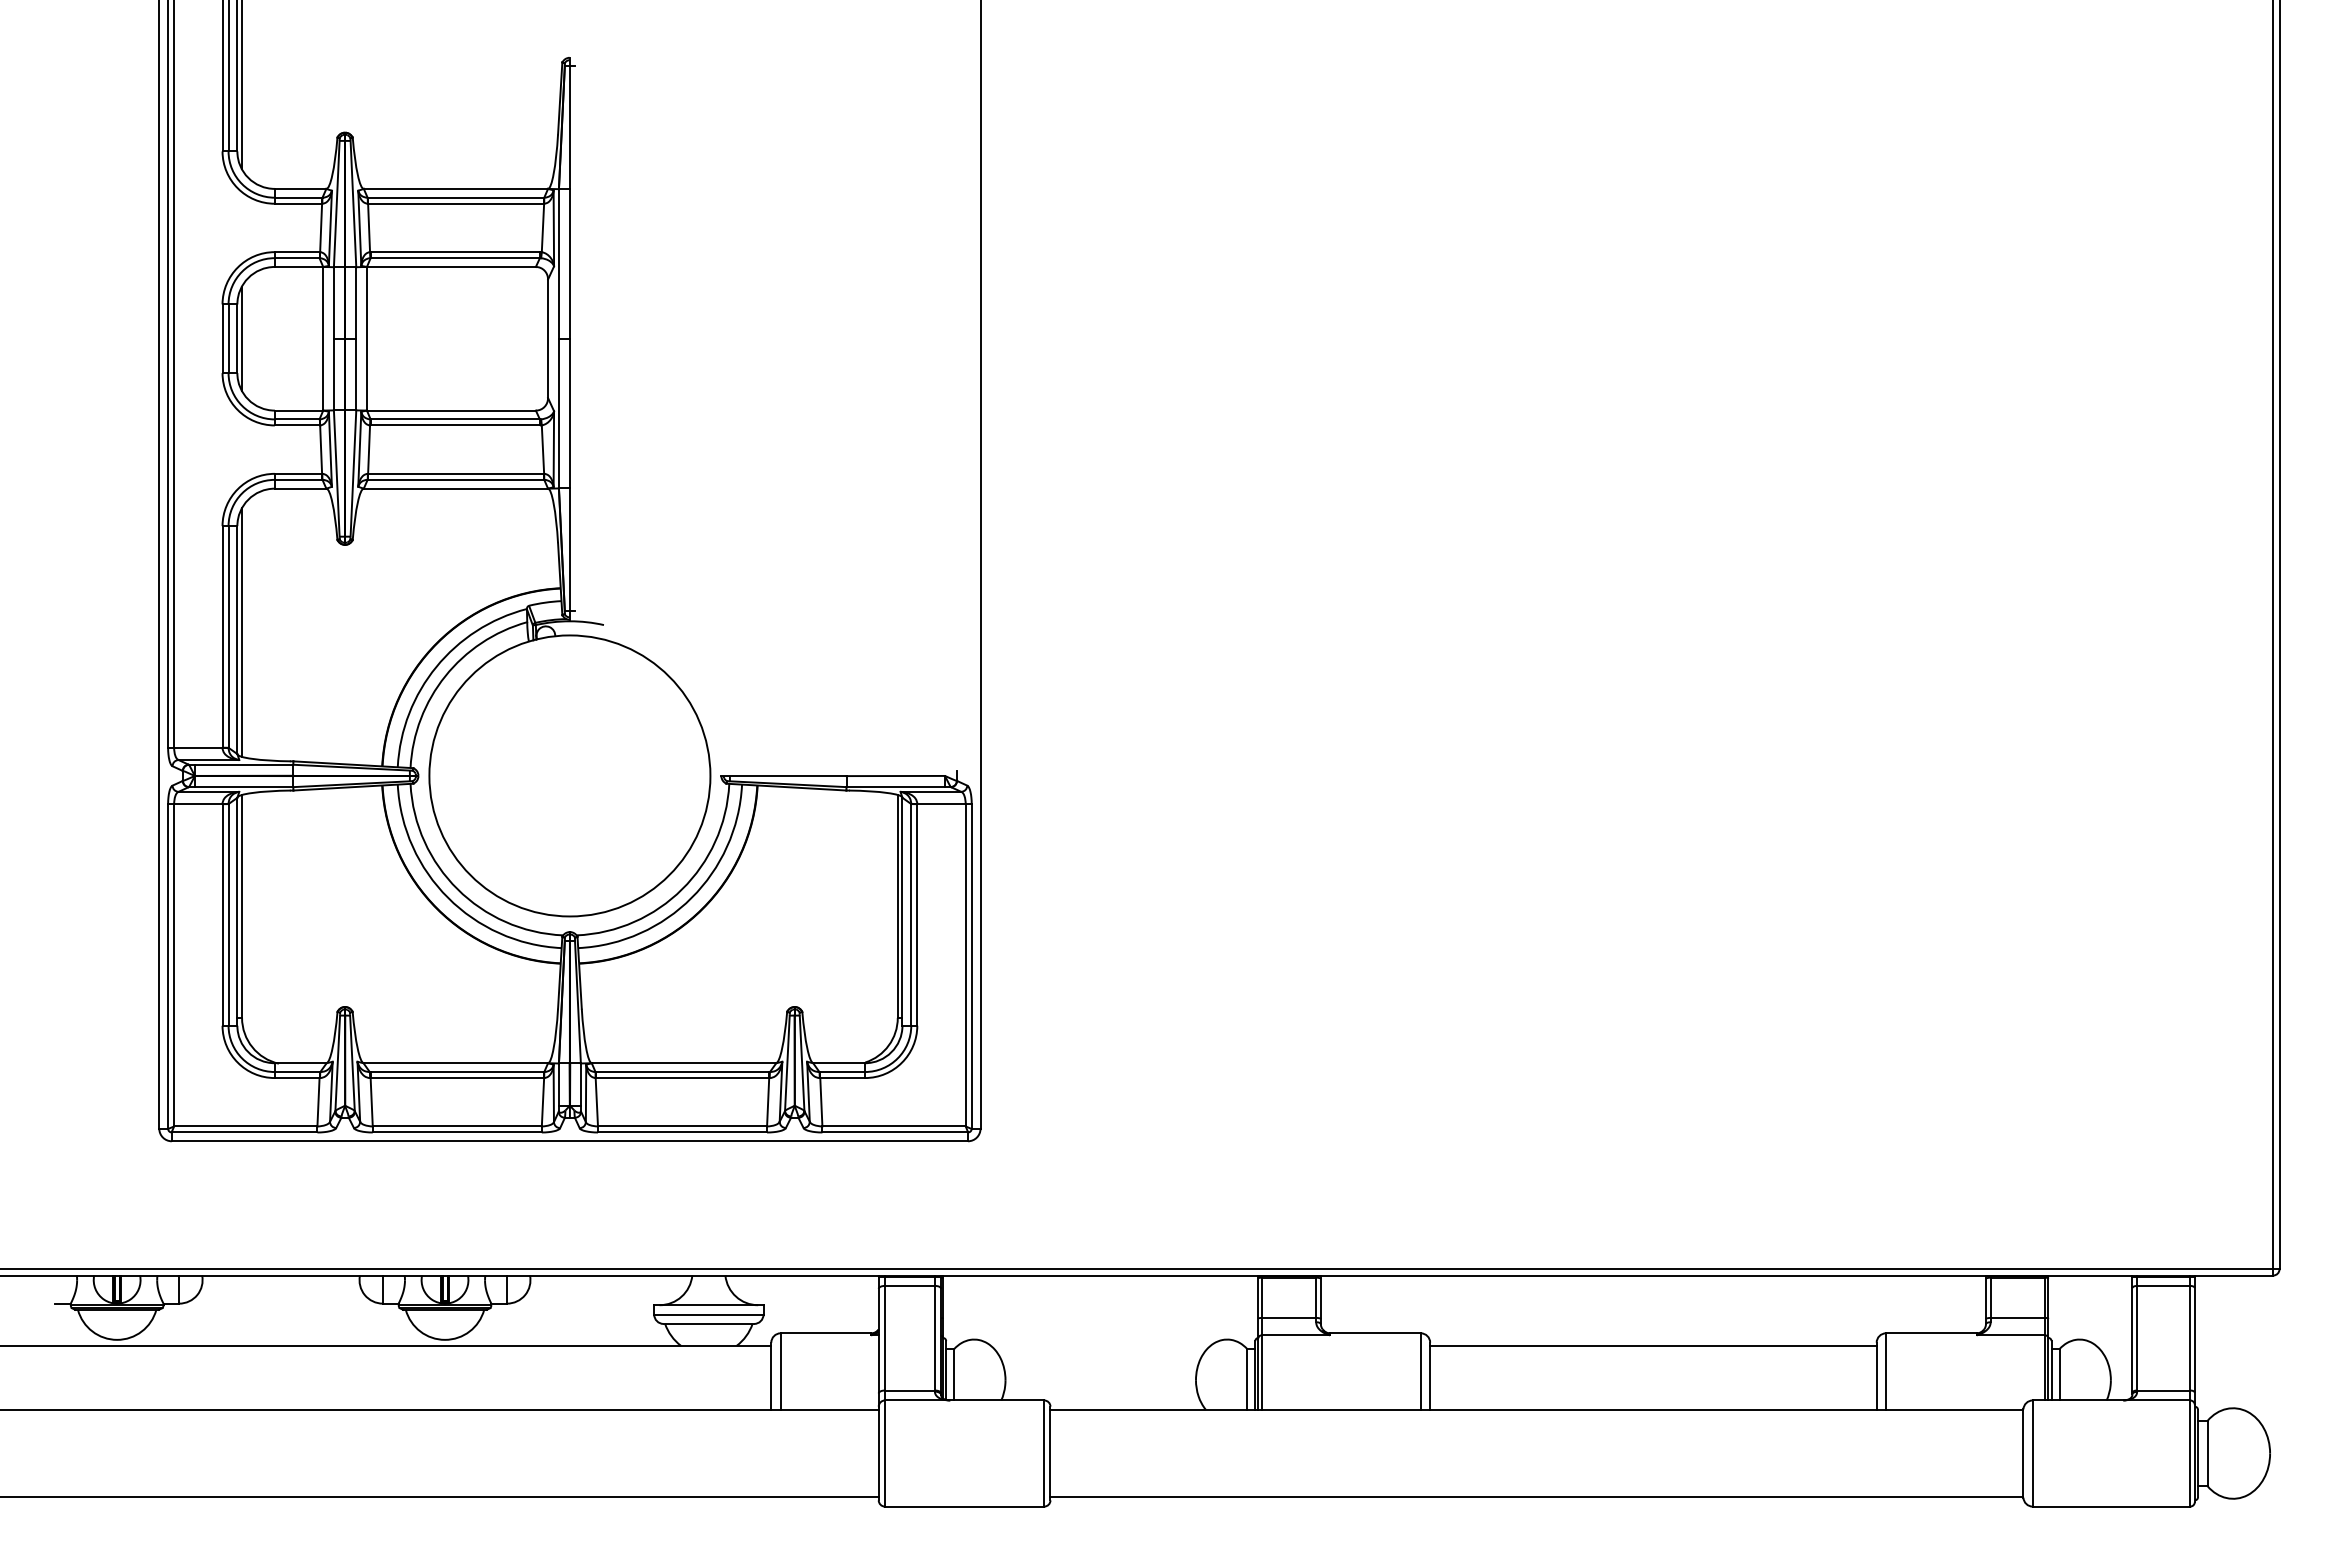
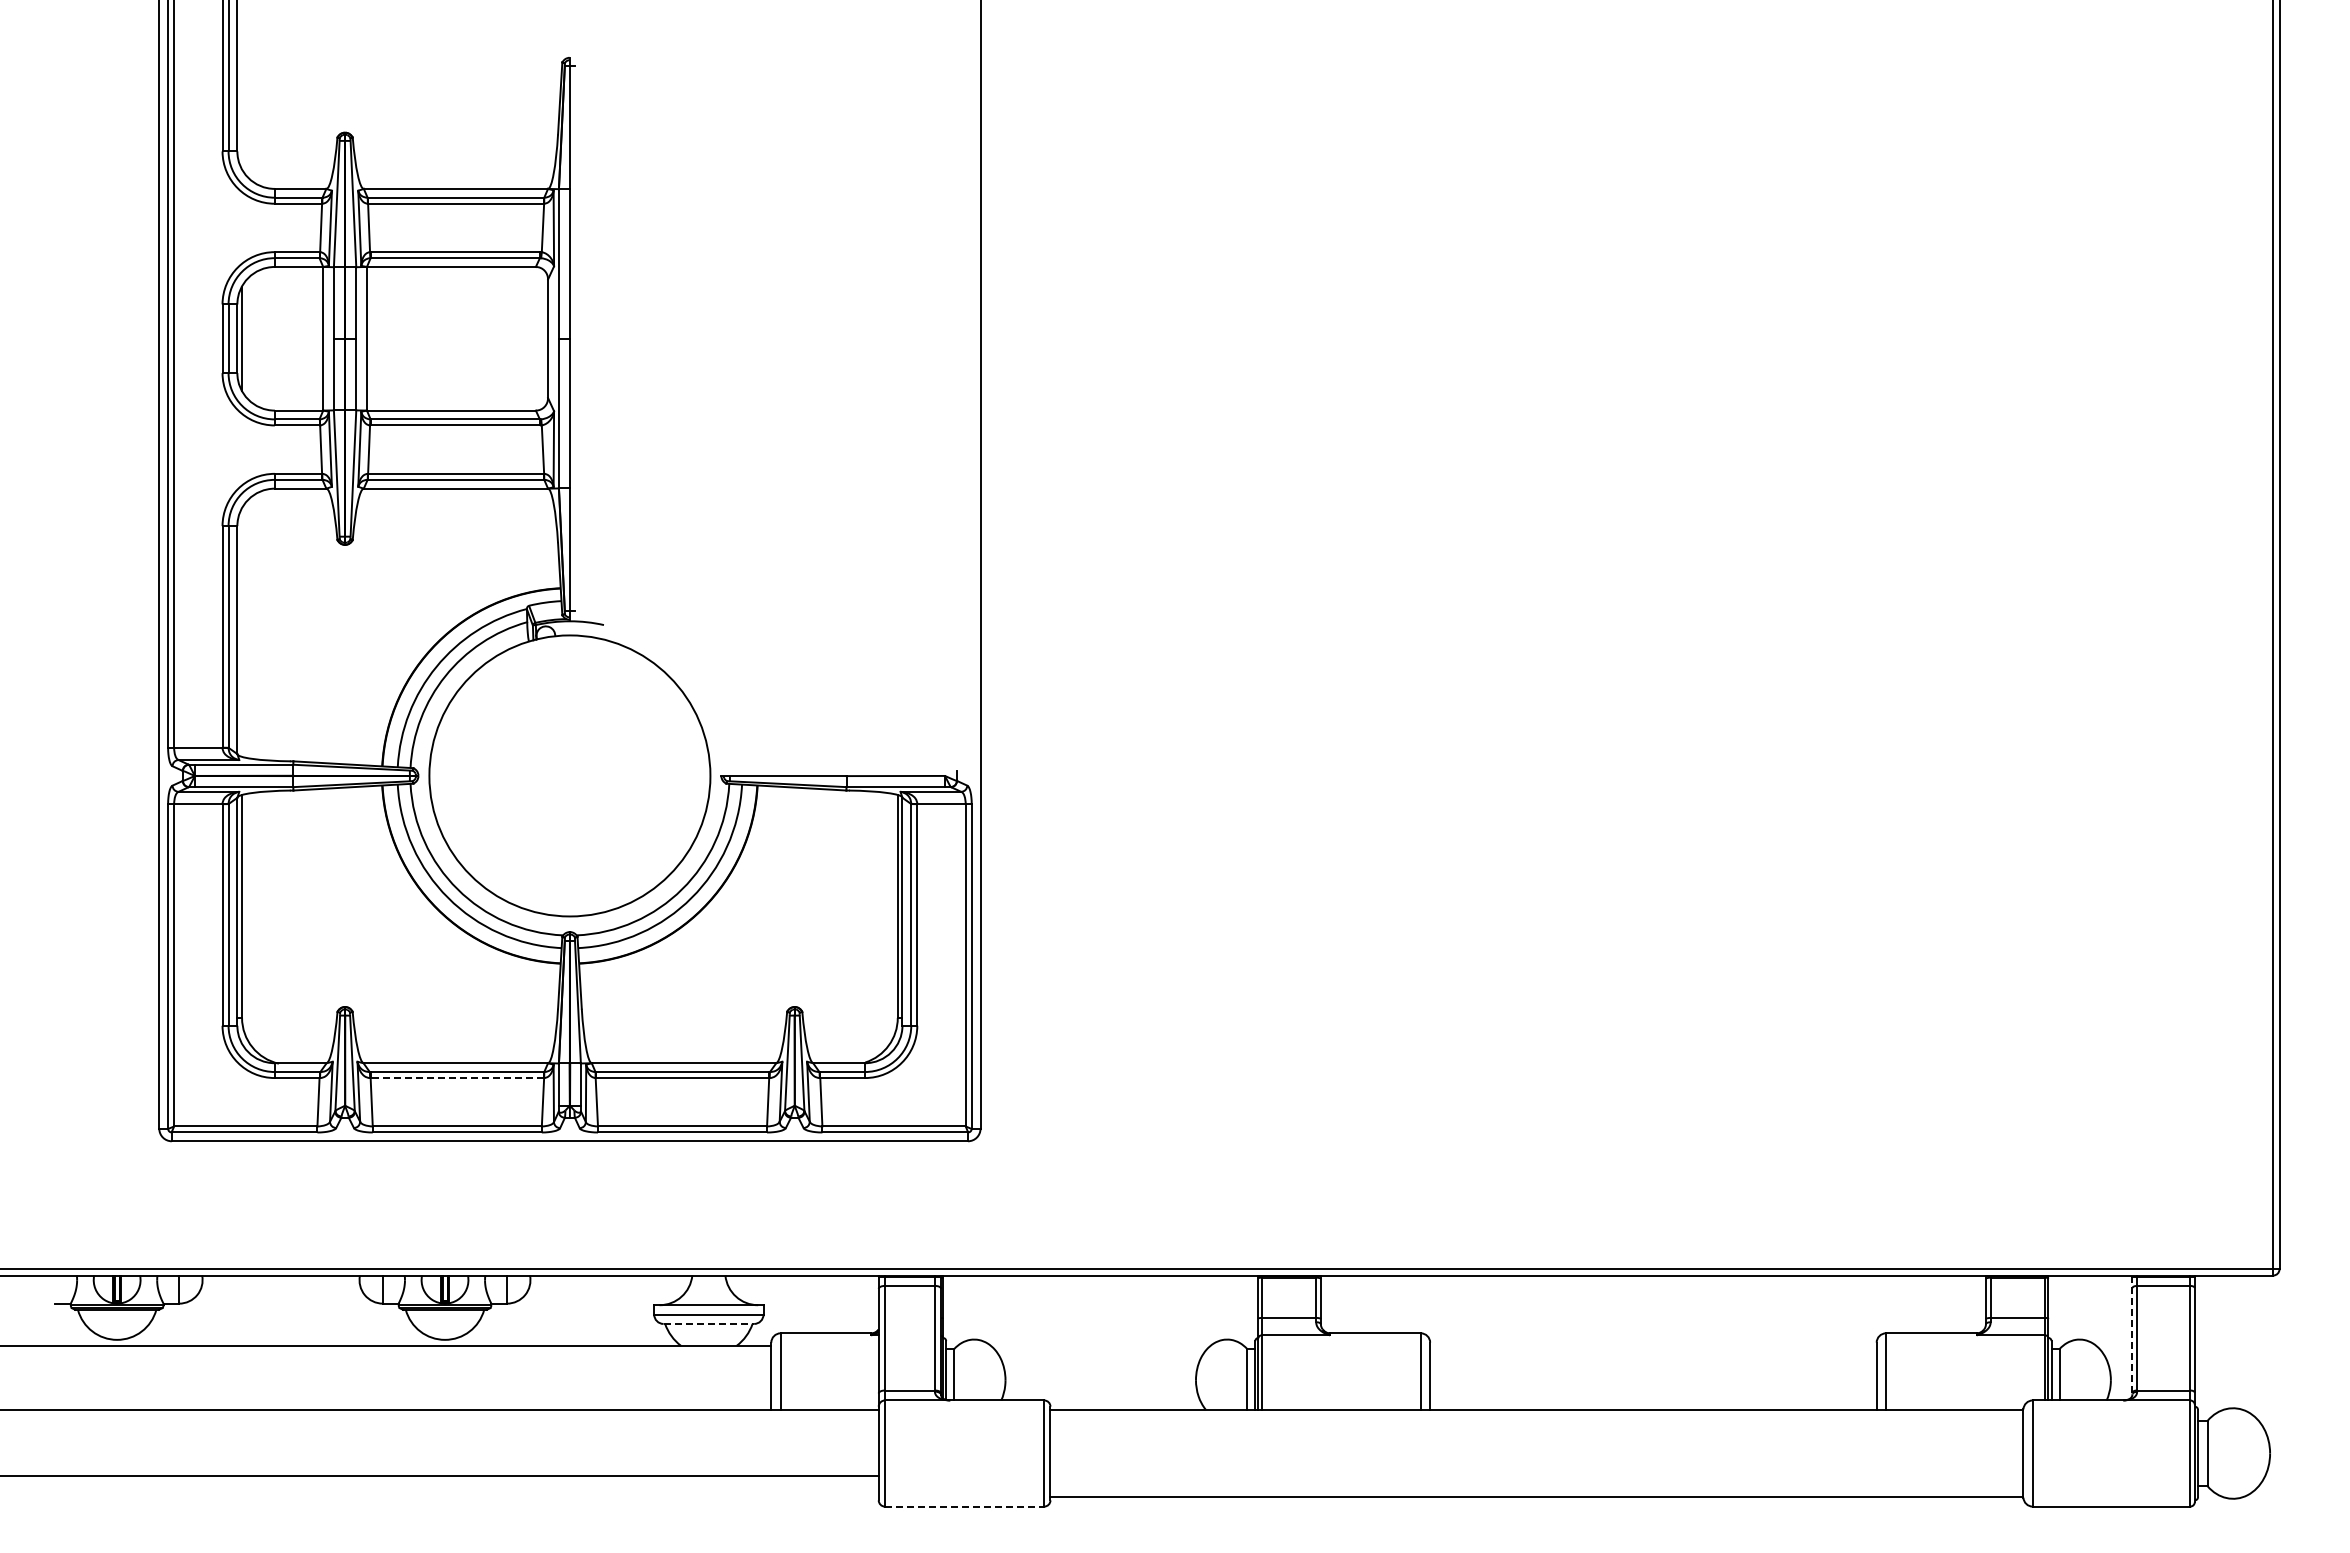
line at (242, 85): present -> none
line at (242, 632): present -> none
line at (457, 1078): solid -> dashed
line at (709, 1323): solid -> dashed
line at (2132, 1335): solid -> dashed
line at (1653, 1345): present -> none
line at (440, 1497) position: (440, 1497) -> (440, 1476)
line at (964, 1506): solid -> dashed
